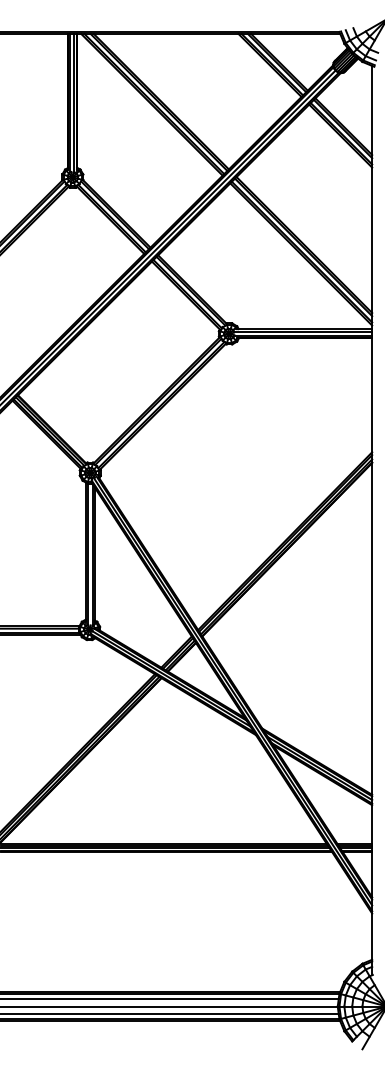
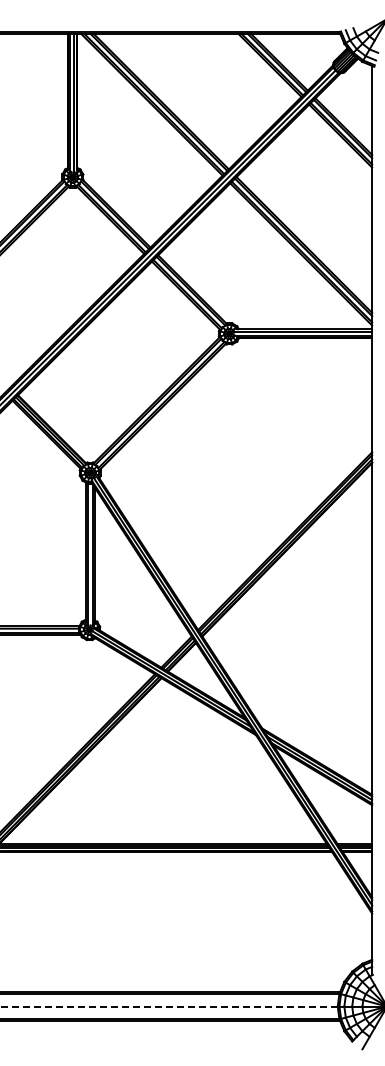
line at (170, 999): present -> none
line at (168, 1006): solid -> dashed
line at (170, 1014): present -> none
